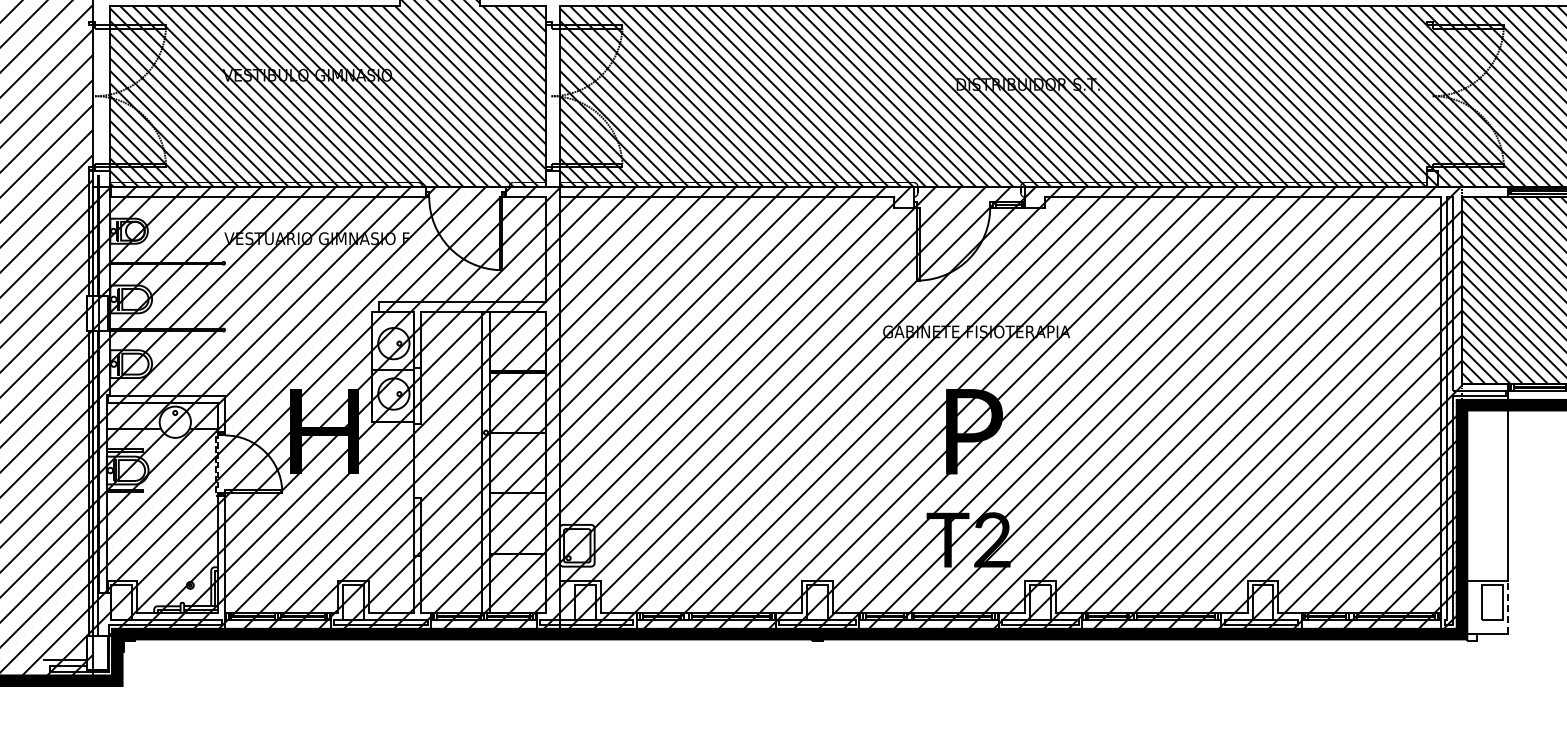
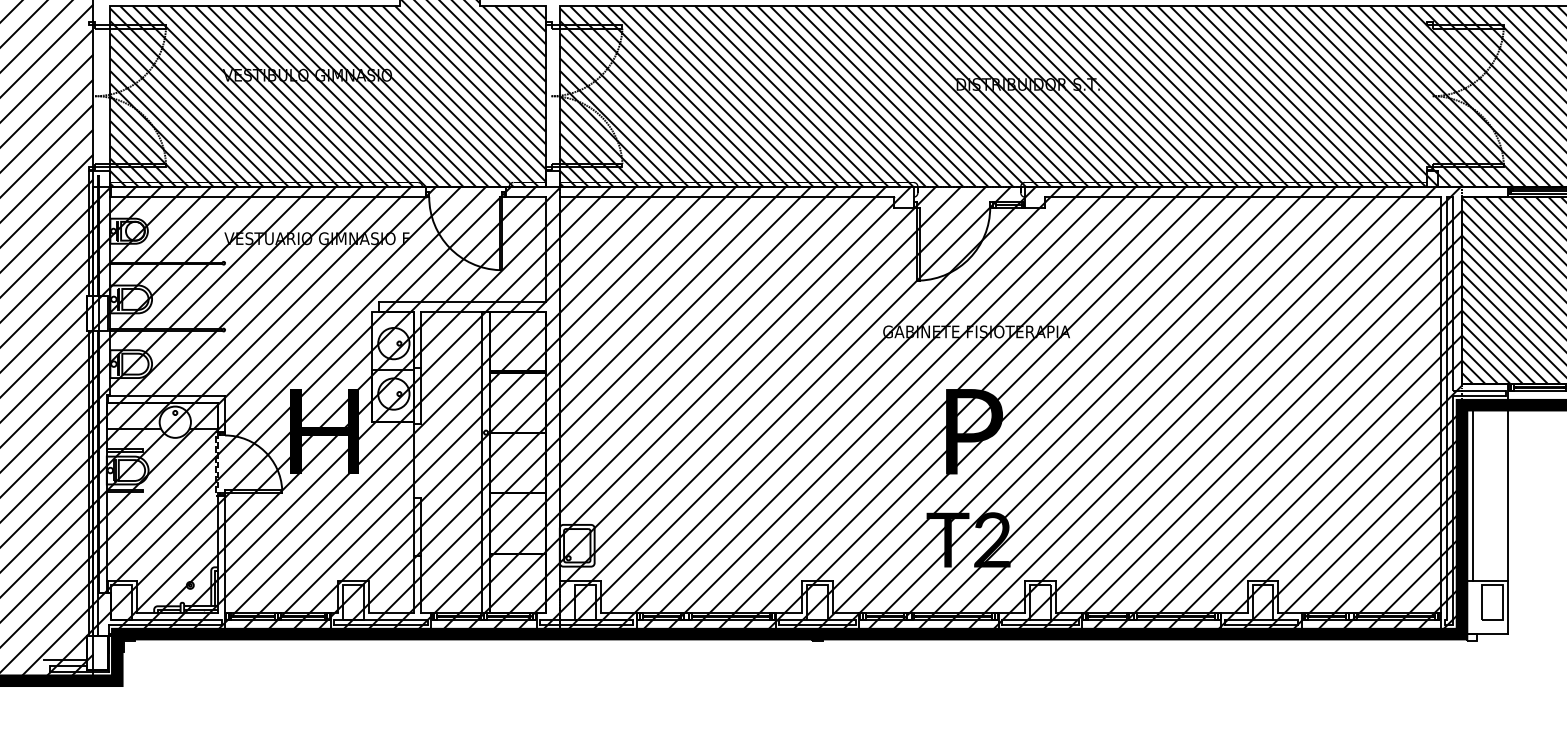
line at (1473, 492): none -> present
line at (1507, 607): dashed -> solid
